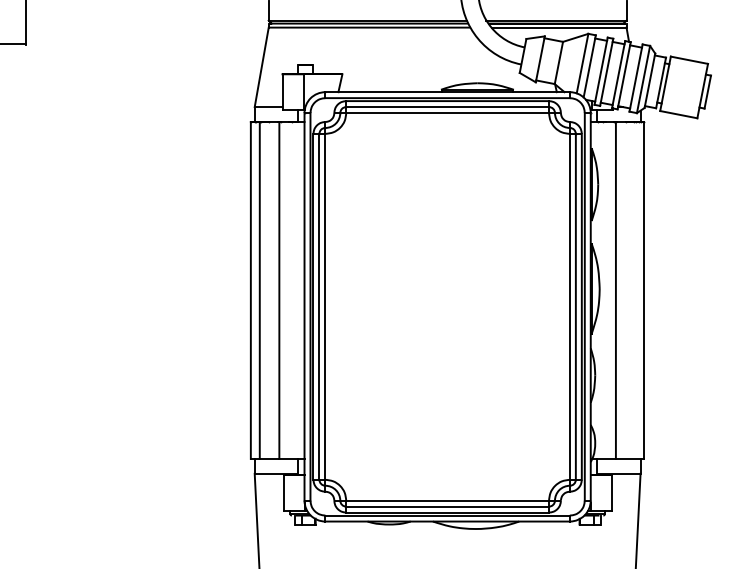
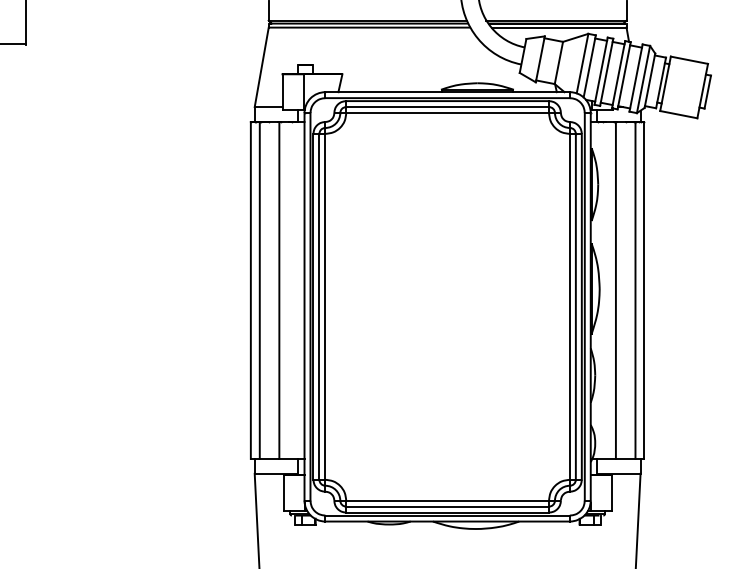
line at (635, 290): none -> present
